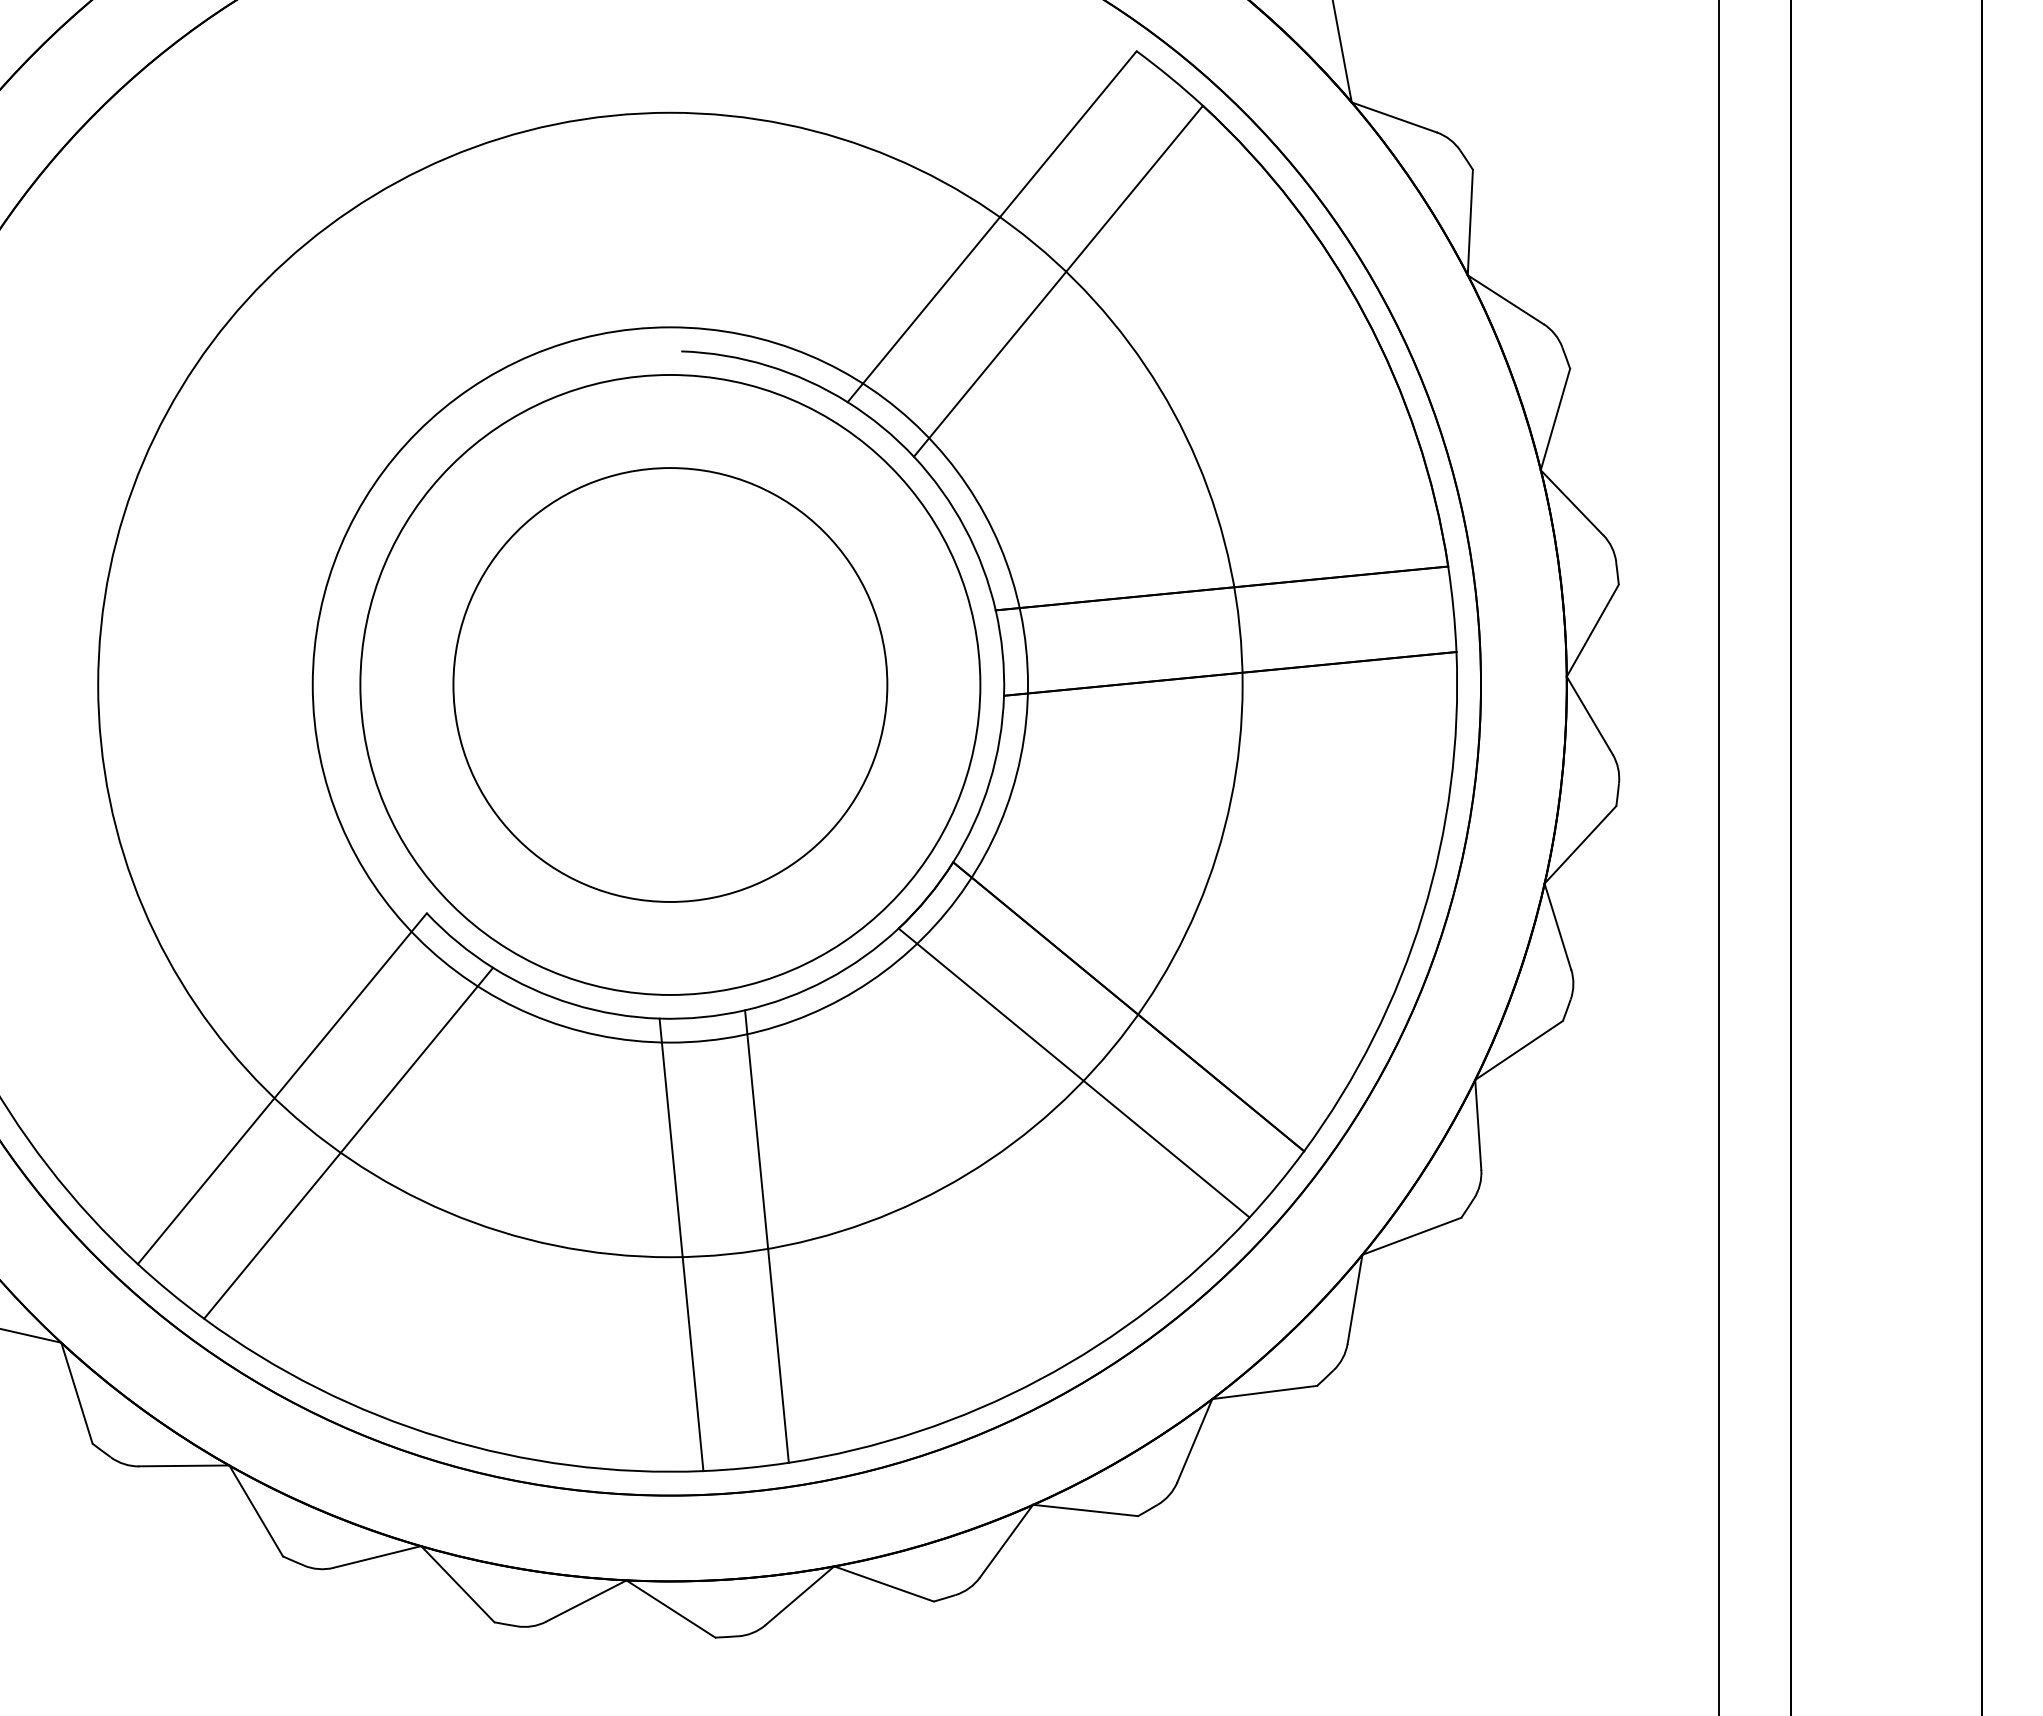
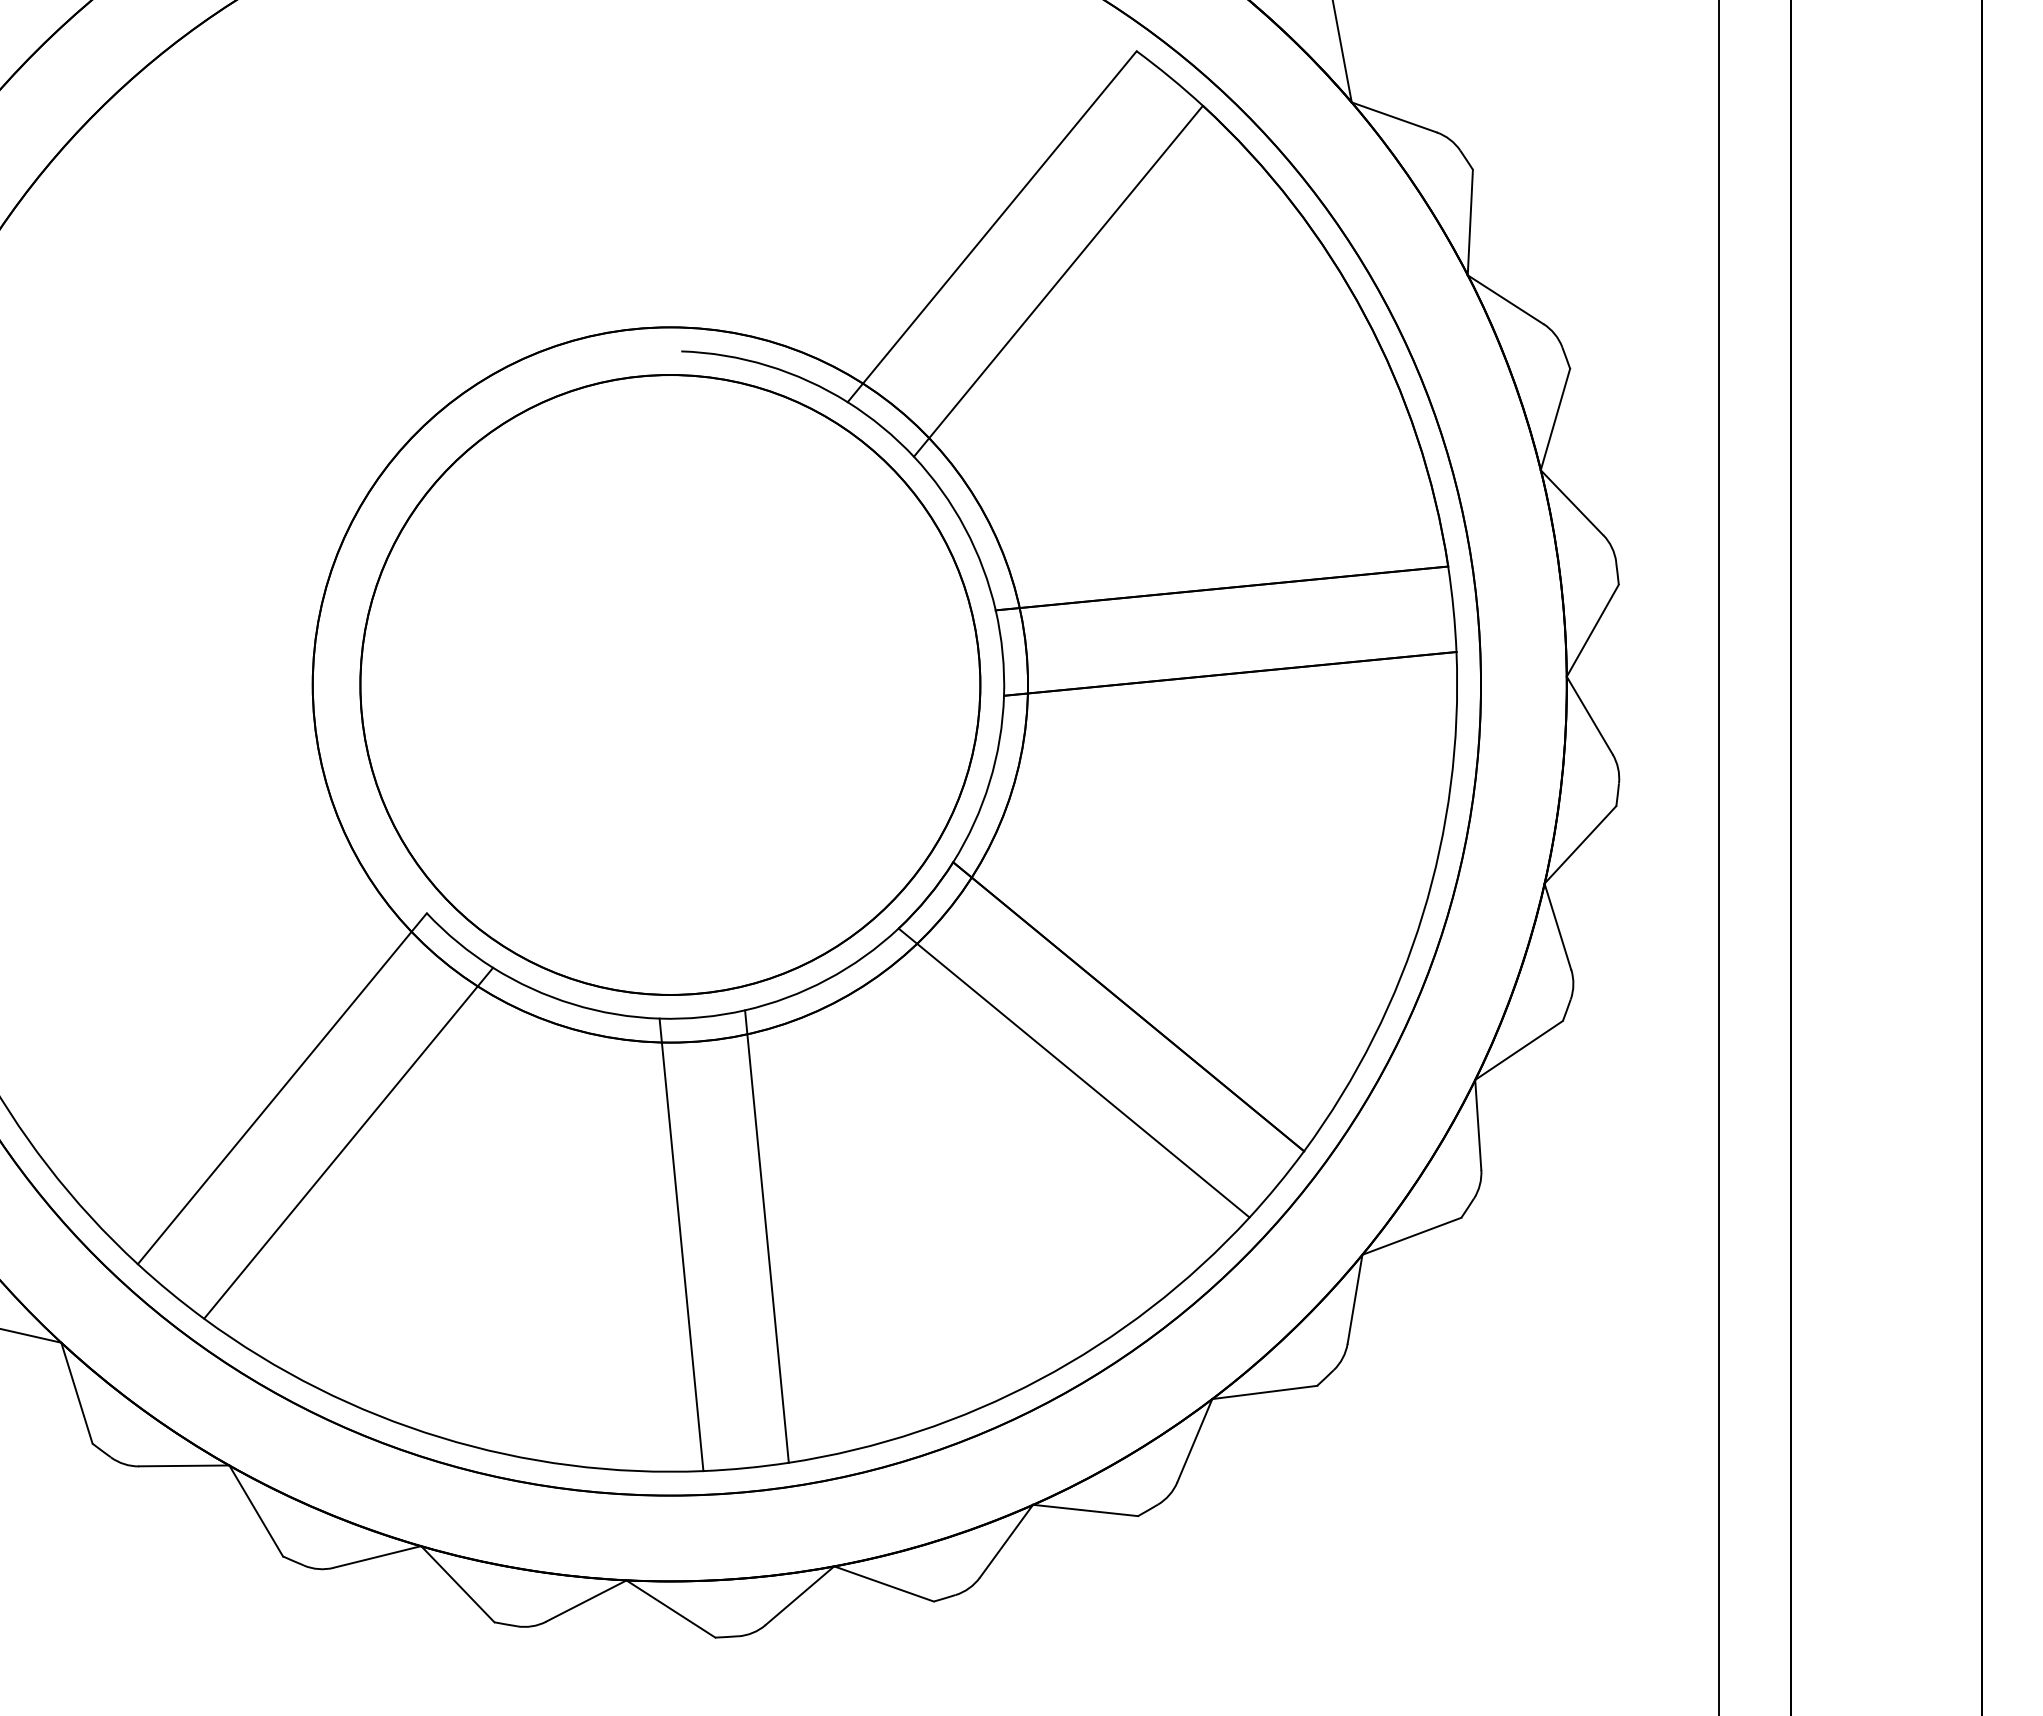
circle at (670, 684) diameter: 1144 px -> 715 px
circle at (670, 684) diameter: 434 px -> 620 px
